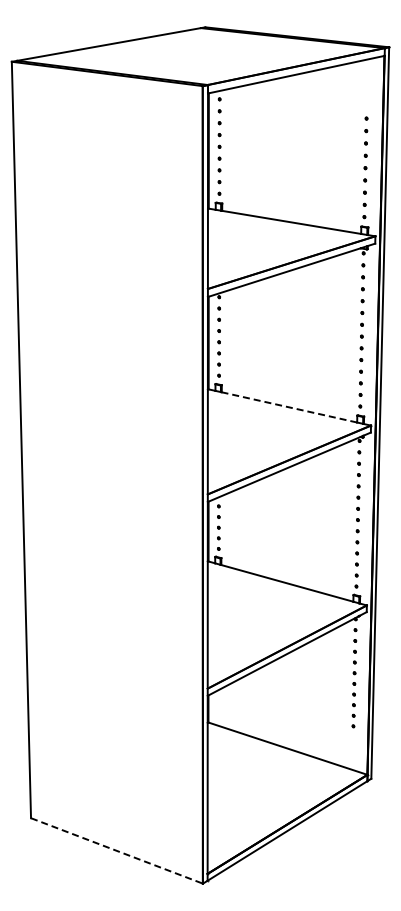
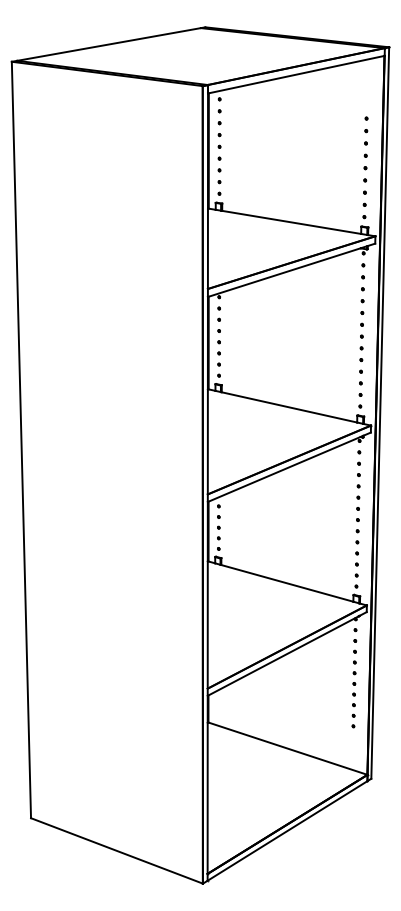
line at (289, 407): dashed -> solid
line at (116, 850): dashed -> solid
